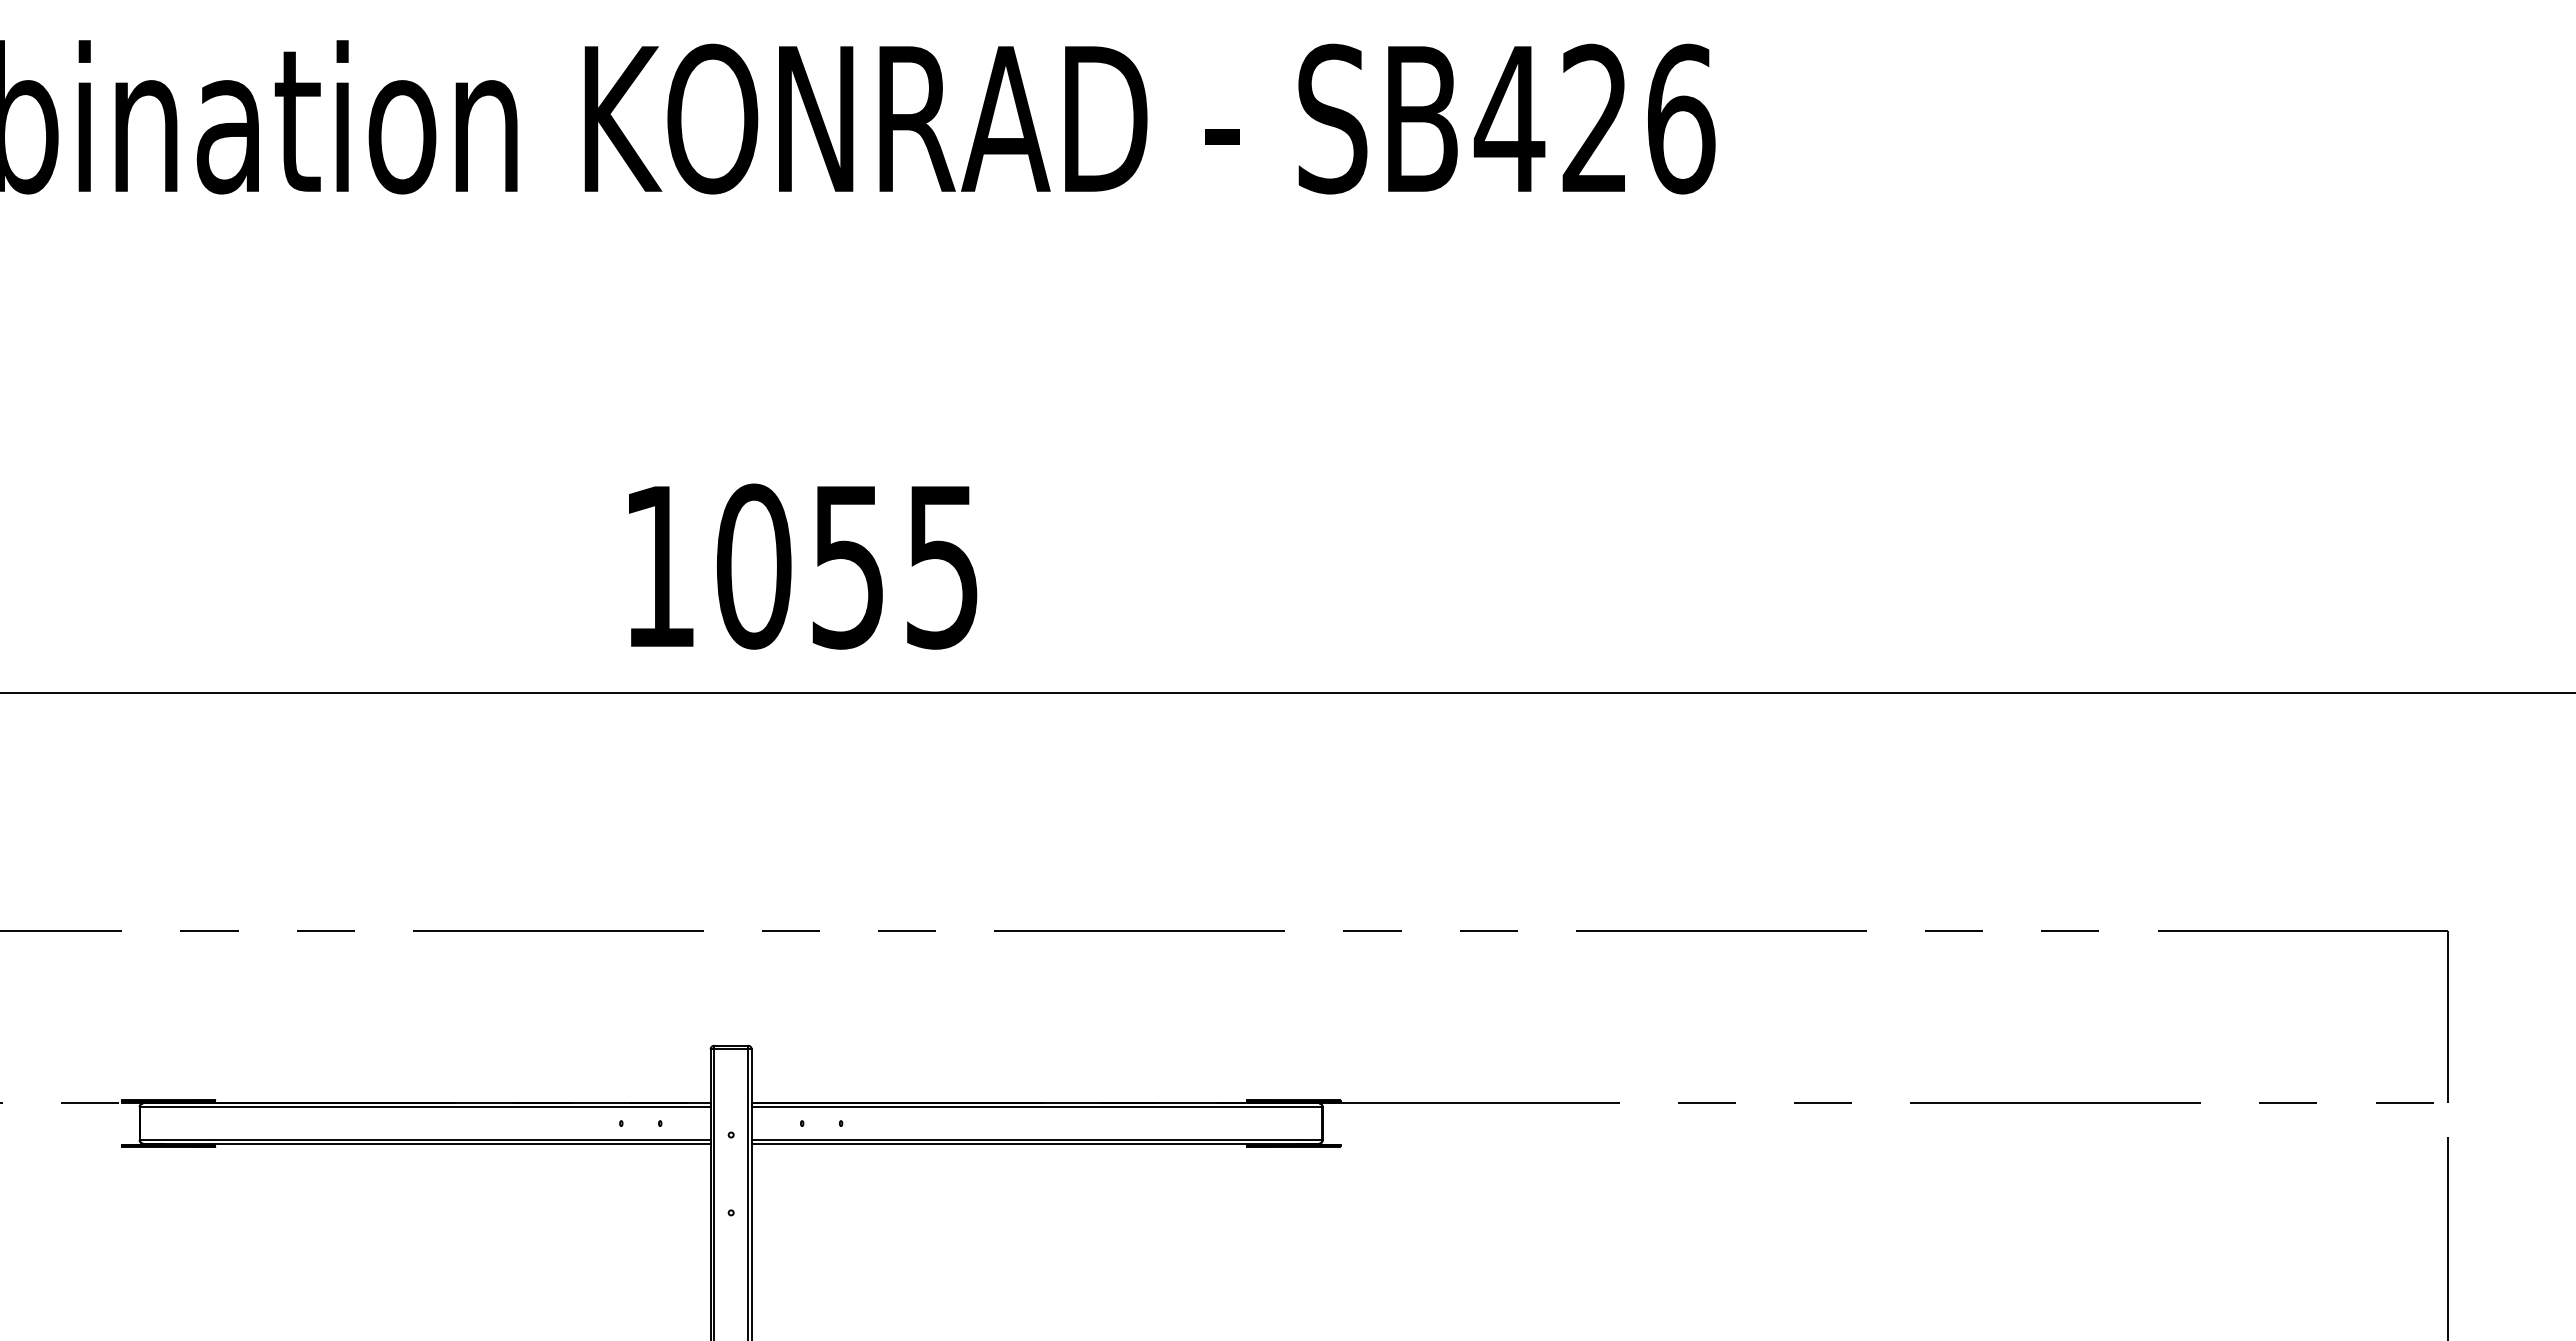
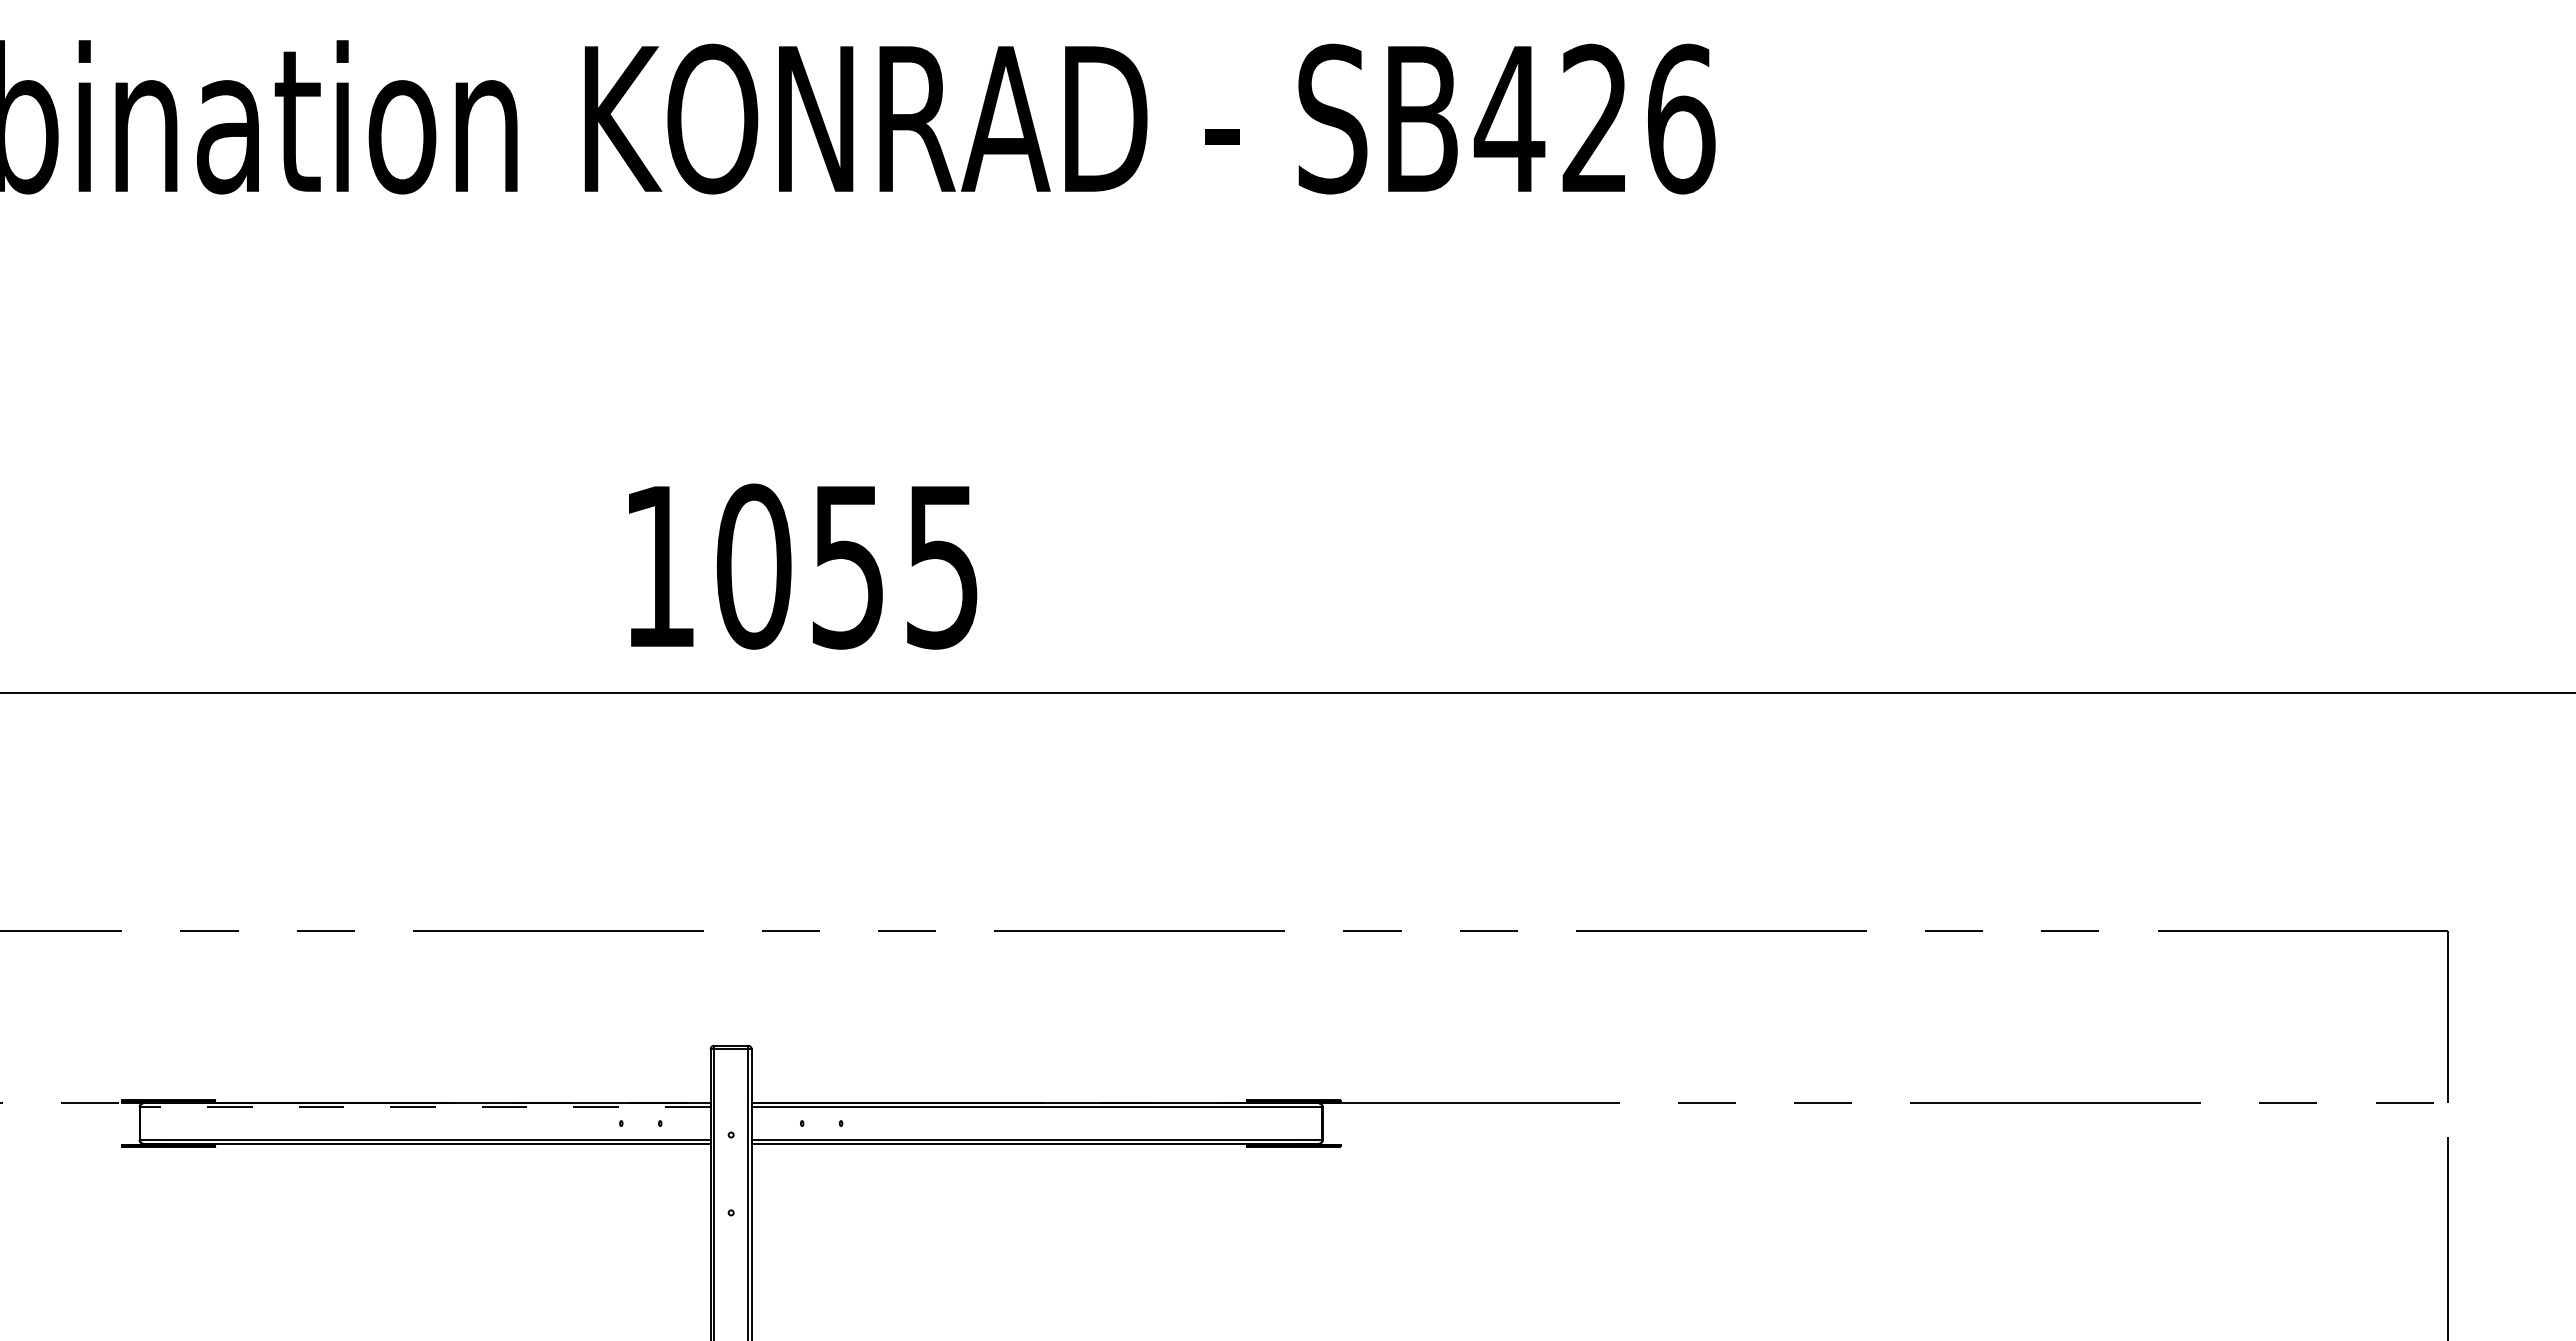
line at (424, 1107): solid -> dashed
